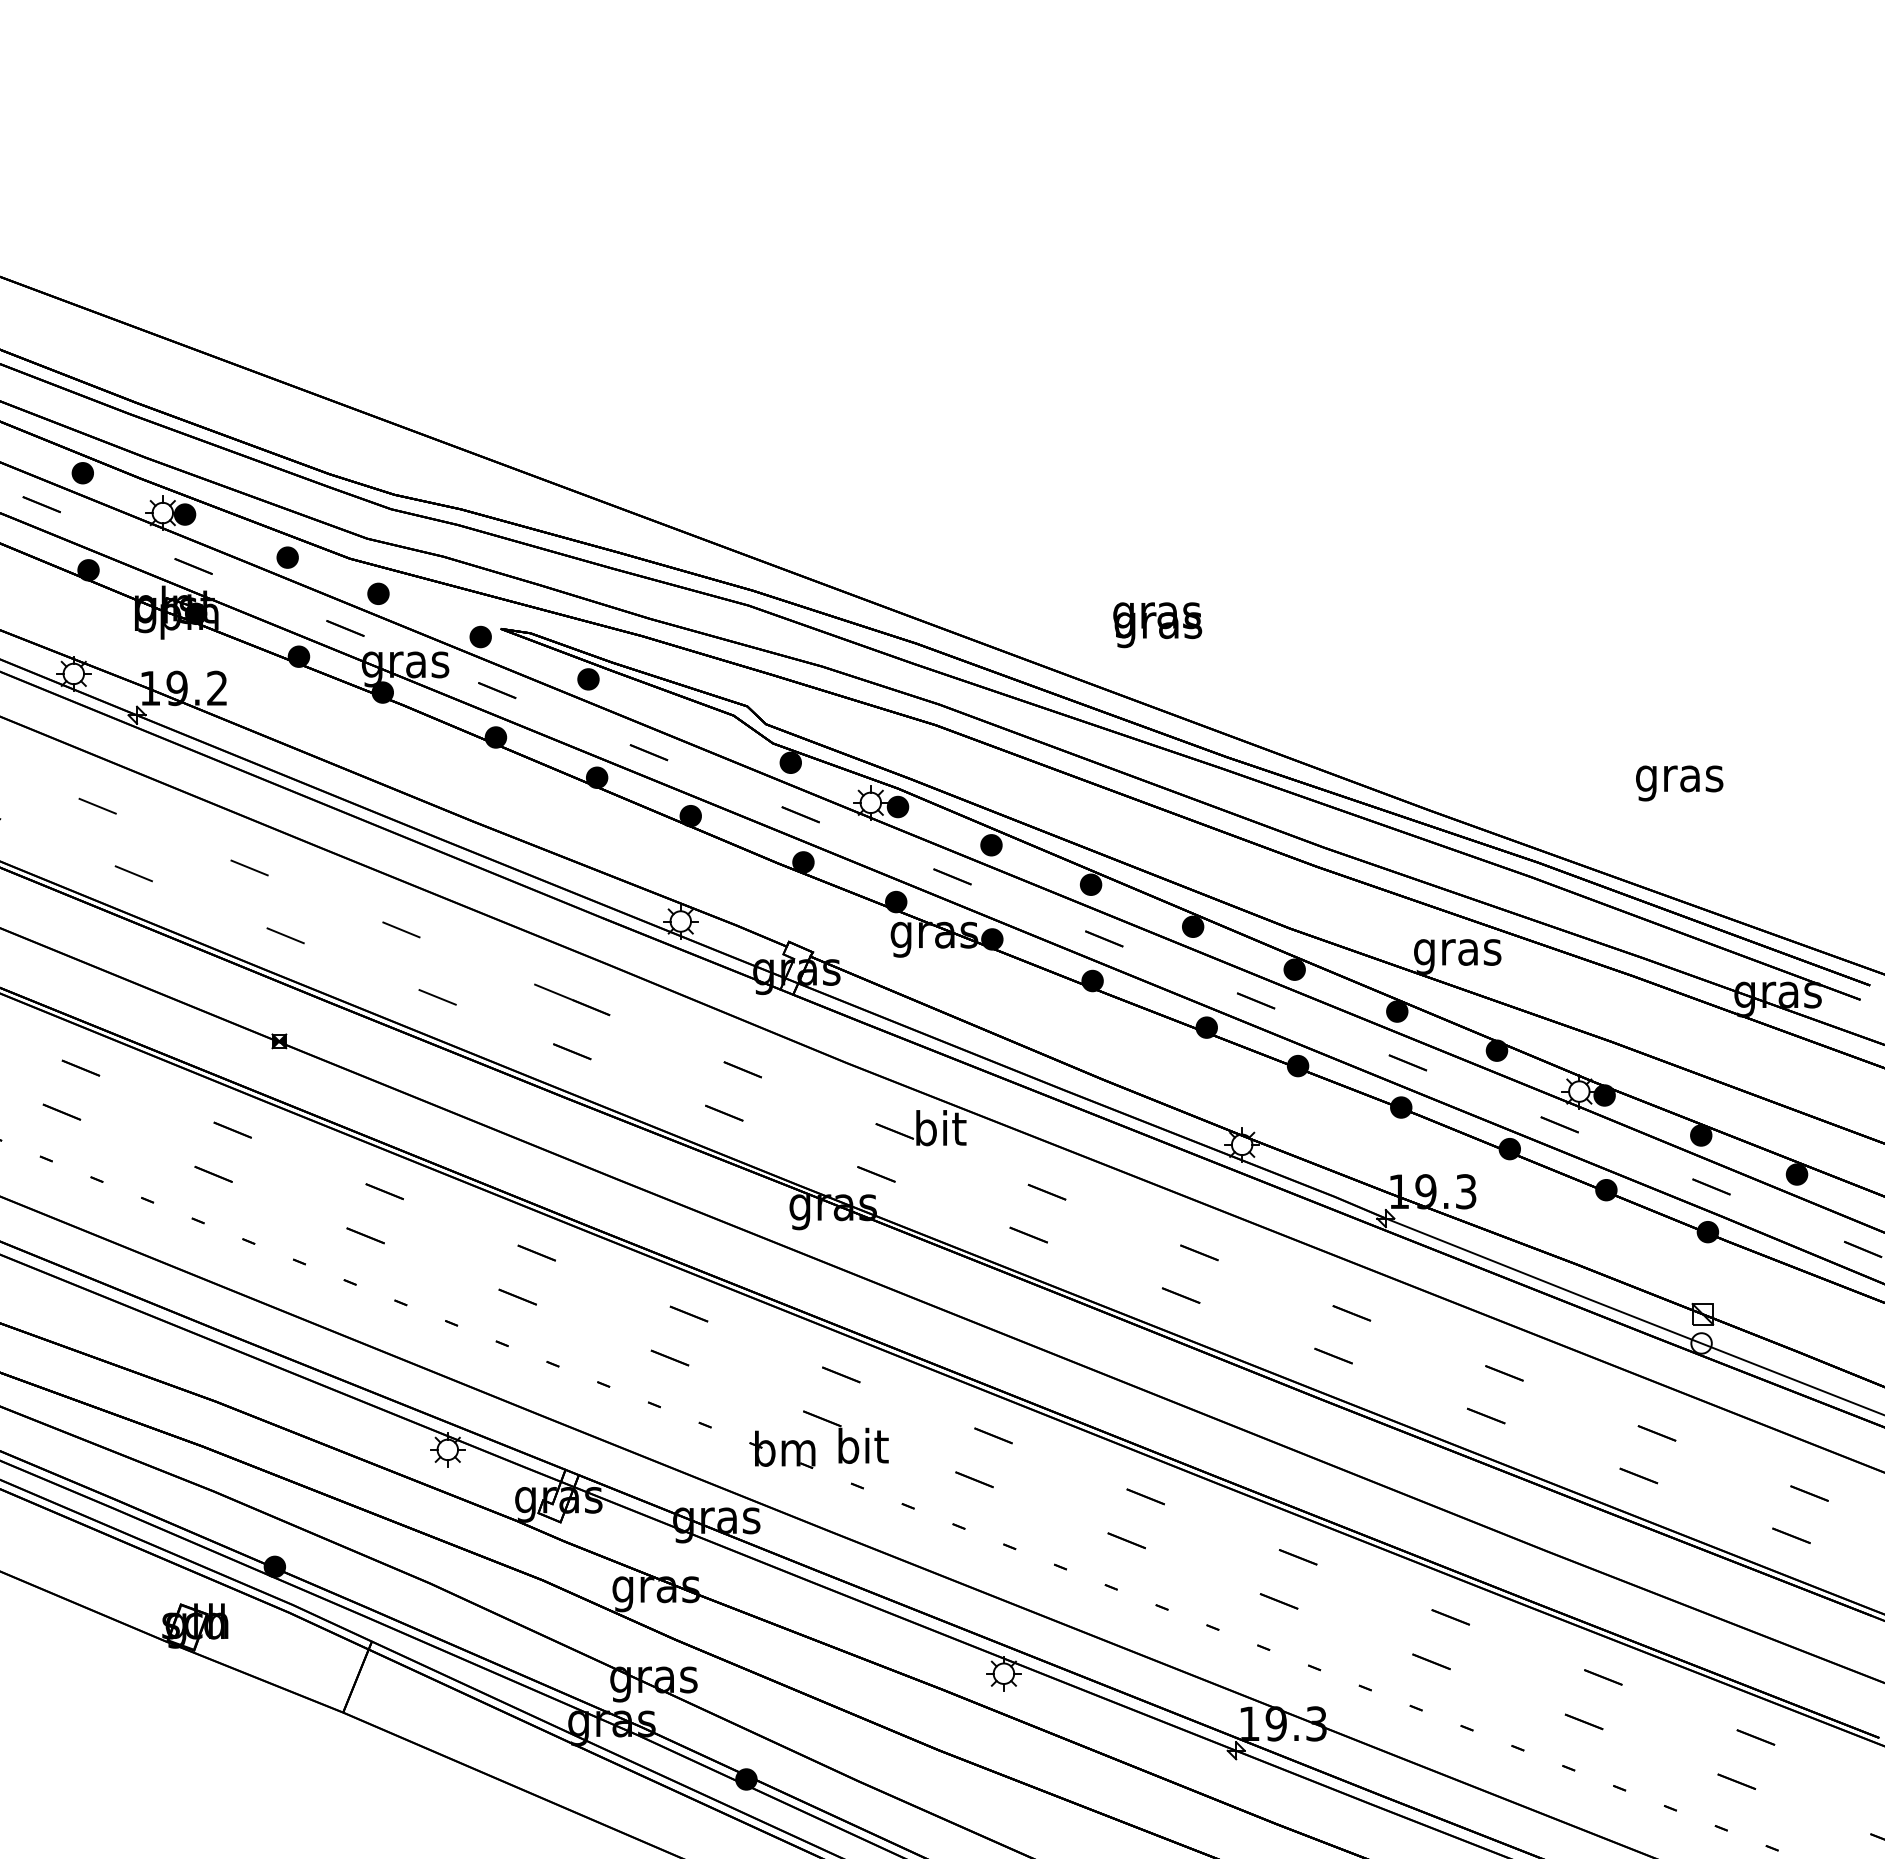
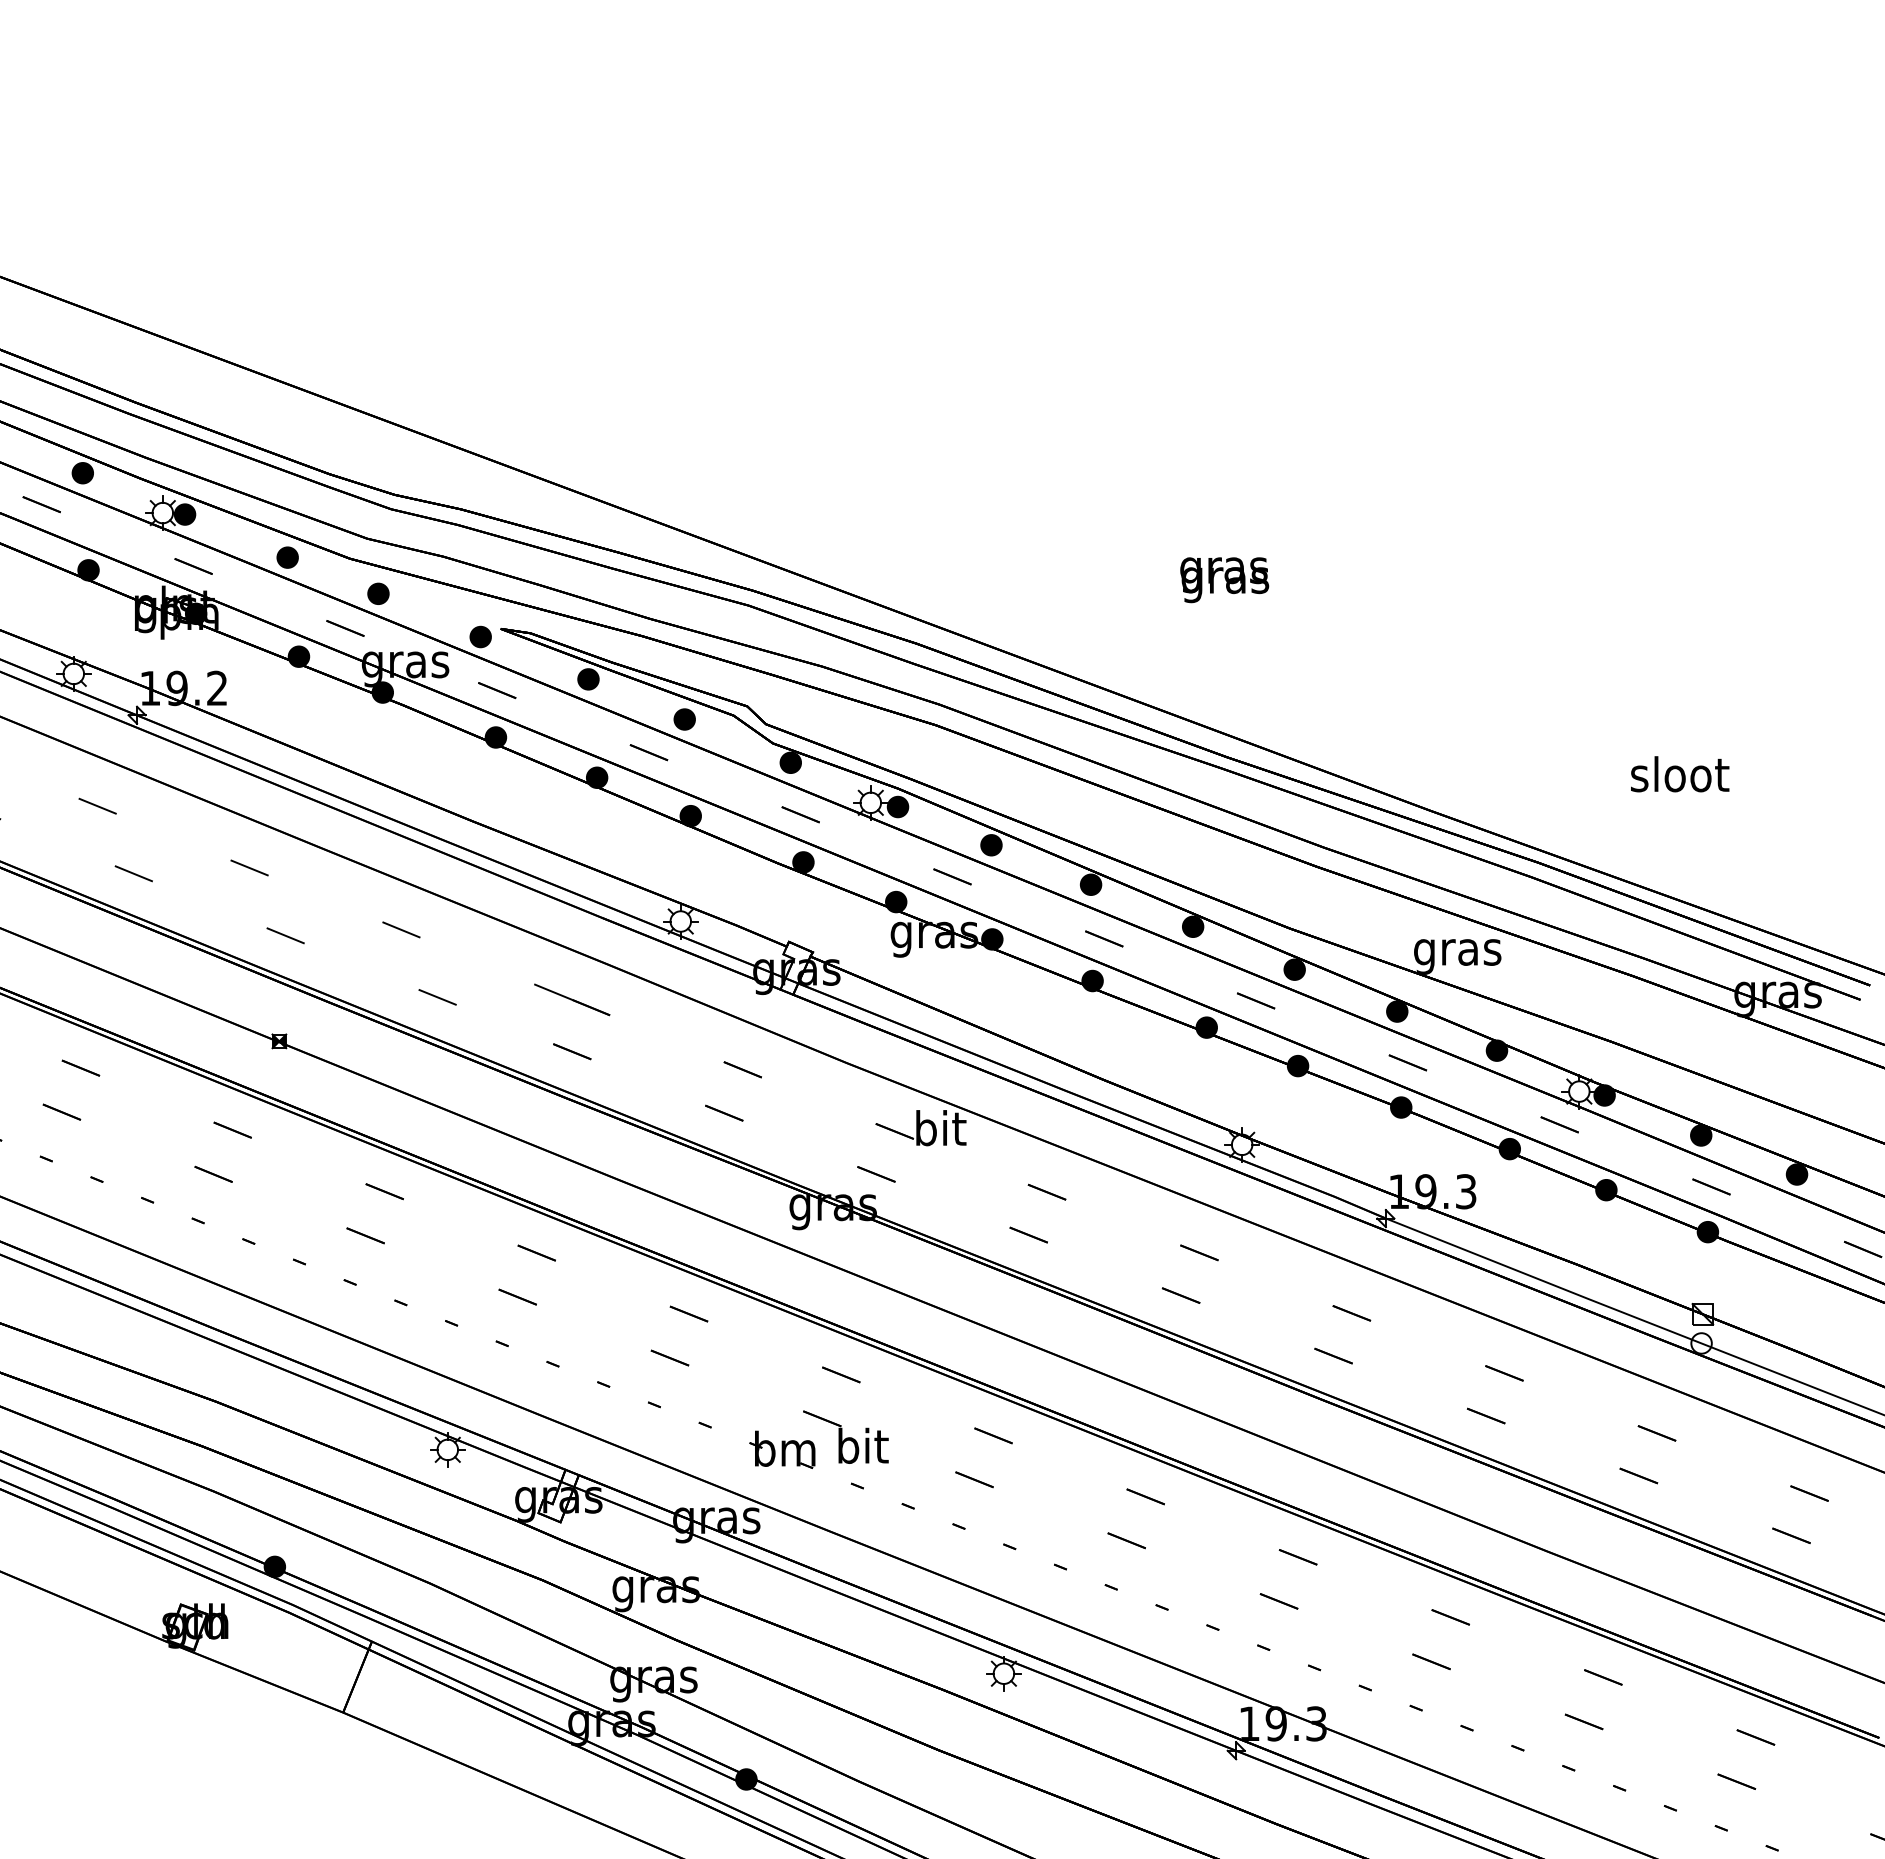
text at (1157, 625) position: (1157, 625) -> (1224, 580)
part at (684, 719): none -> present
text at (1680, 778): gras -> sloot
